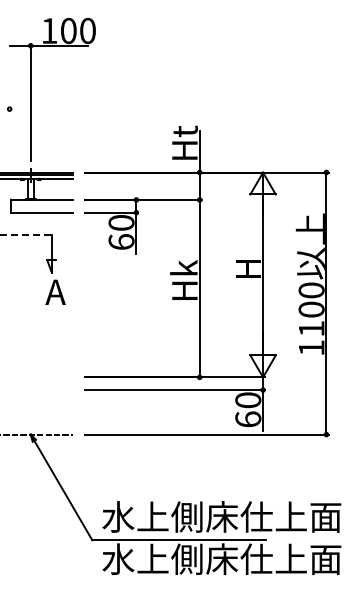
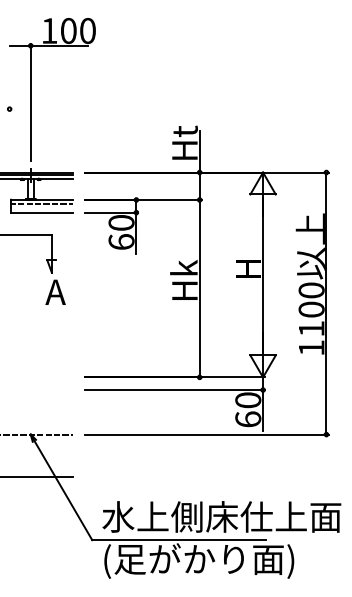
line at (41, 204): none -> present
line at (25, 234): dashed -> solid
line at (37, 476): none -> present
text at (221, 560): 水上側床仕上面 -> (足がかり面)
